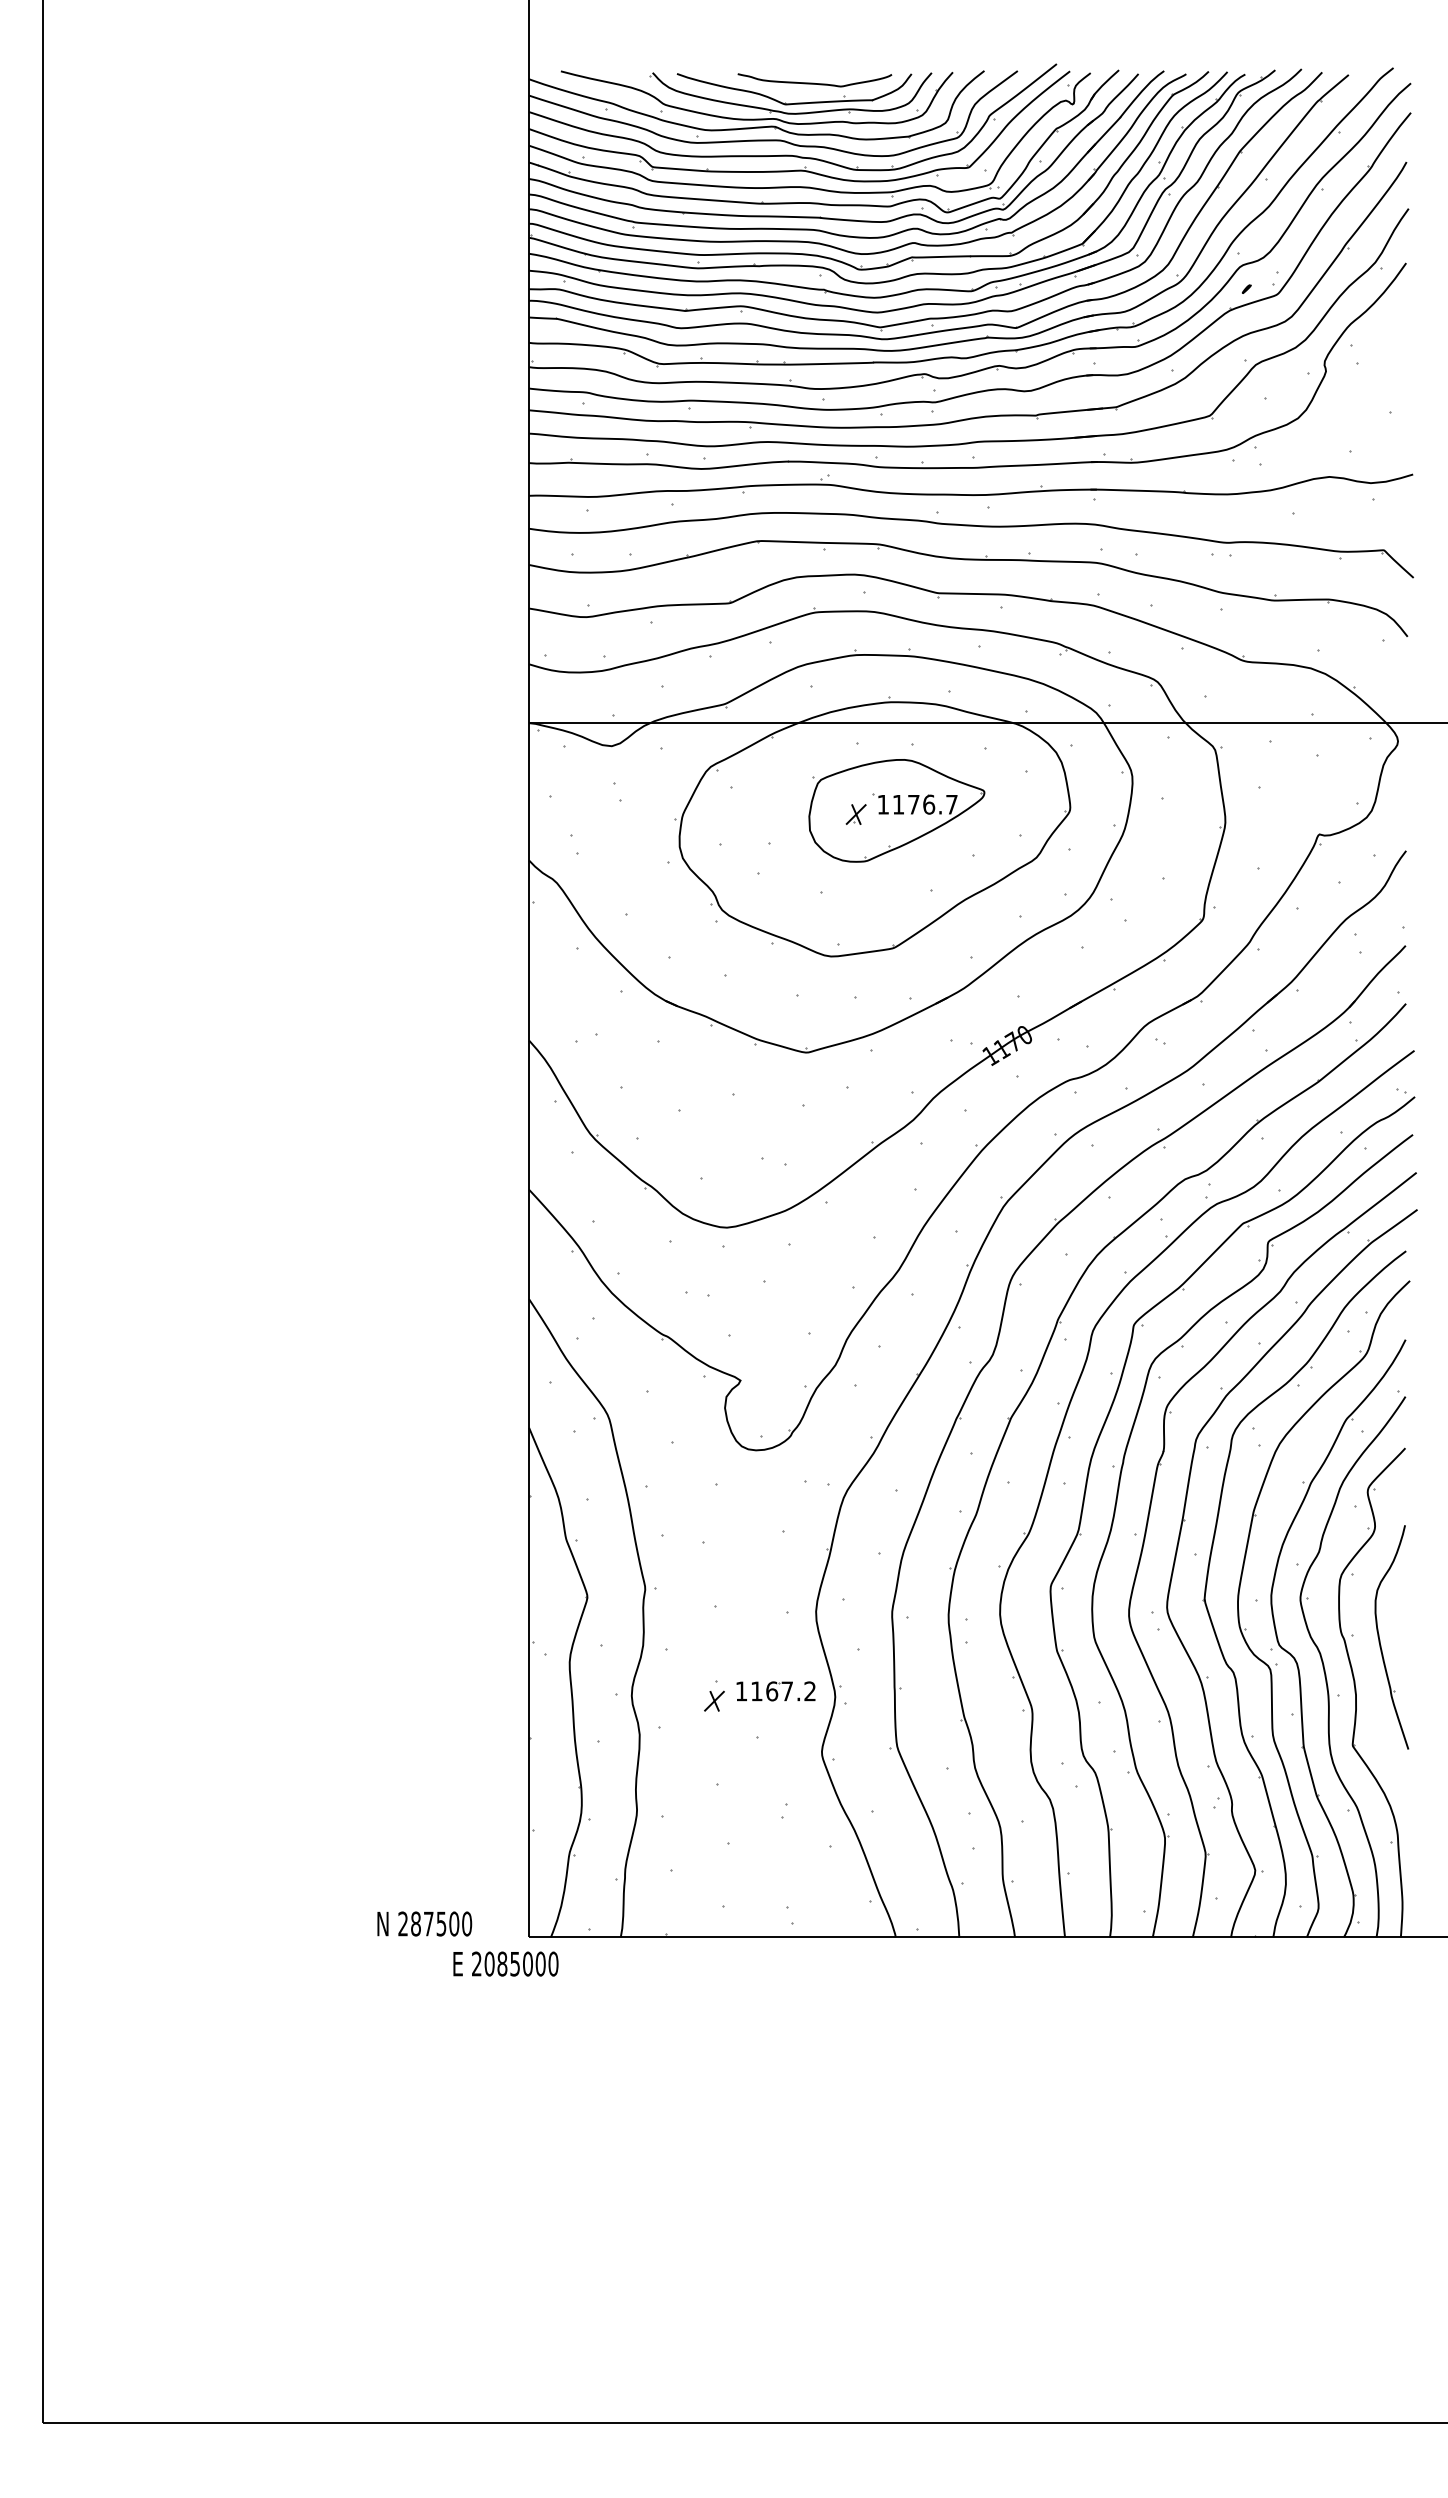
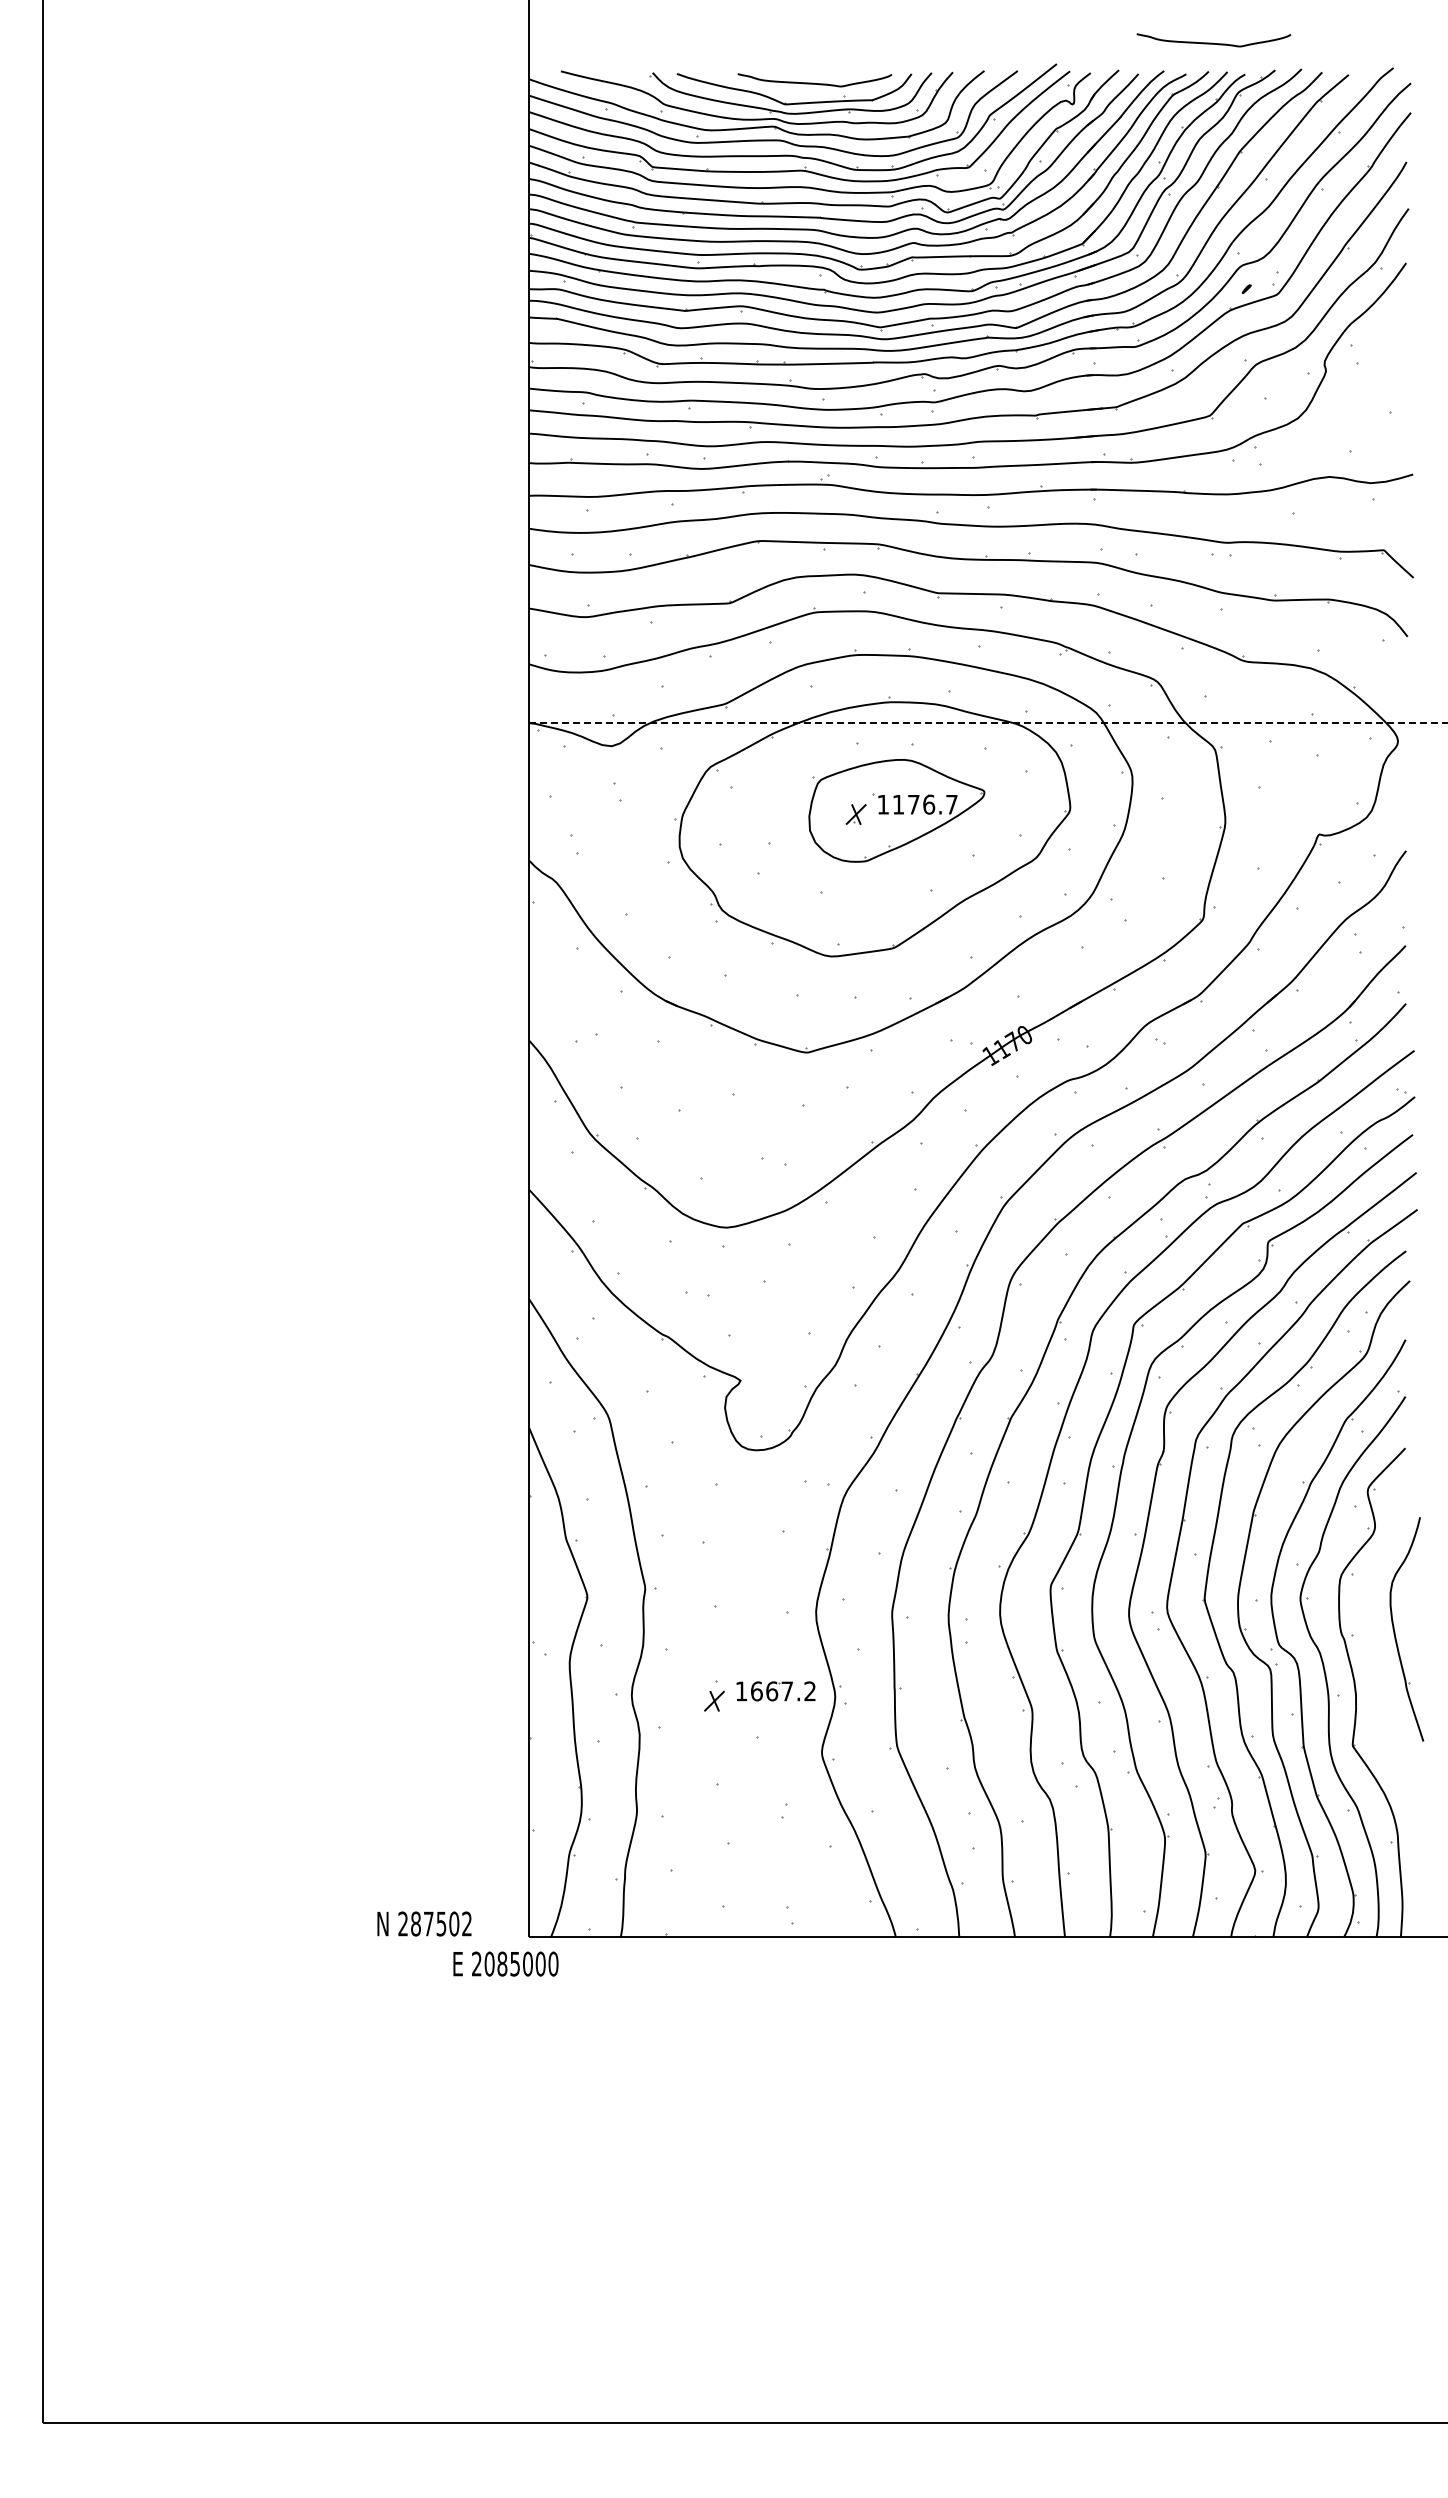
curve at (1213, 42): none -> present
line at (988, 723): solid -> dashed
part at (1380, 1639) position: (1380, 1639) -> (1395, 1631)
text at (756, 1691): 1167.2 -> 1667.2
text at (467, 1923): 287500 -> 287502
